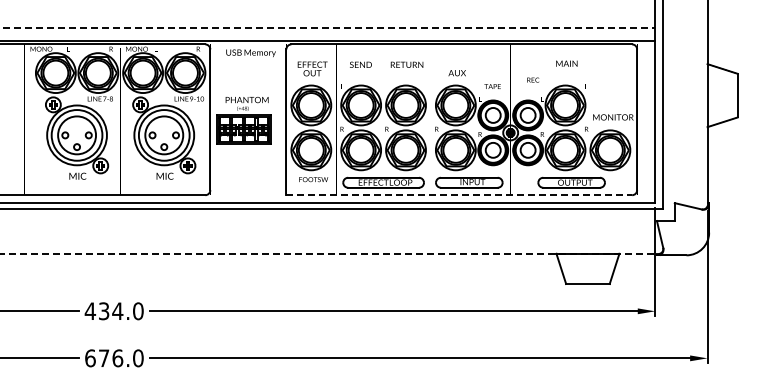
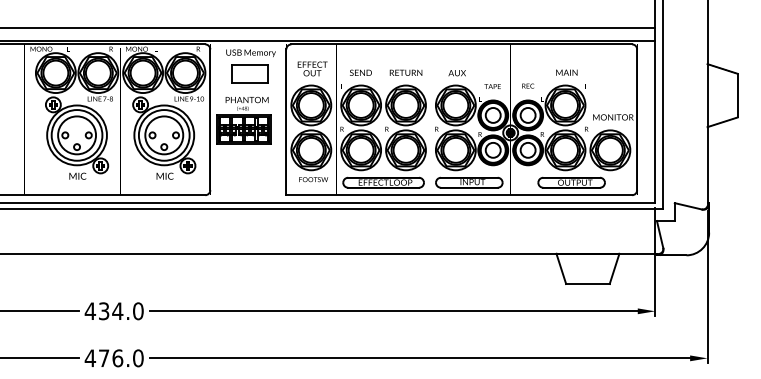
line at (328, 28): dashed -> solid
text at (566, 63) position: (566, 63) -> (566, 72)
text at (360, 64) position: (360, 64) -> (360, 72)
text at (406, 64) position: (406, 64) -> (405, 72)
part at (249, 73): none -> present
text at (533, 79) position: (533, 79) -> (528, 85)
line at (459, 195): dashed -> solid
line at (330, 253): dashed -> solid
text at (90, 358): 676.0 -> 476.0
